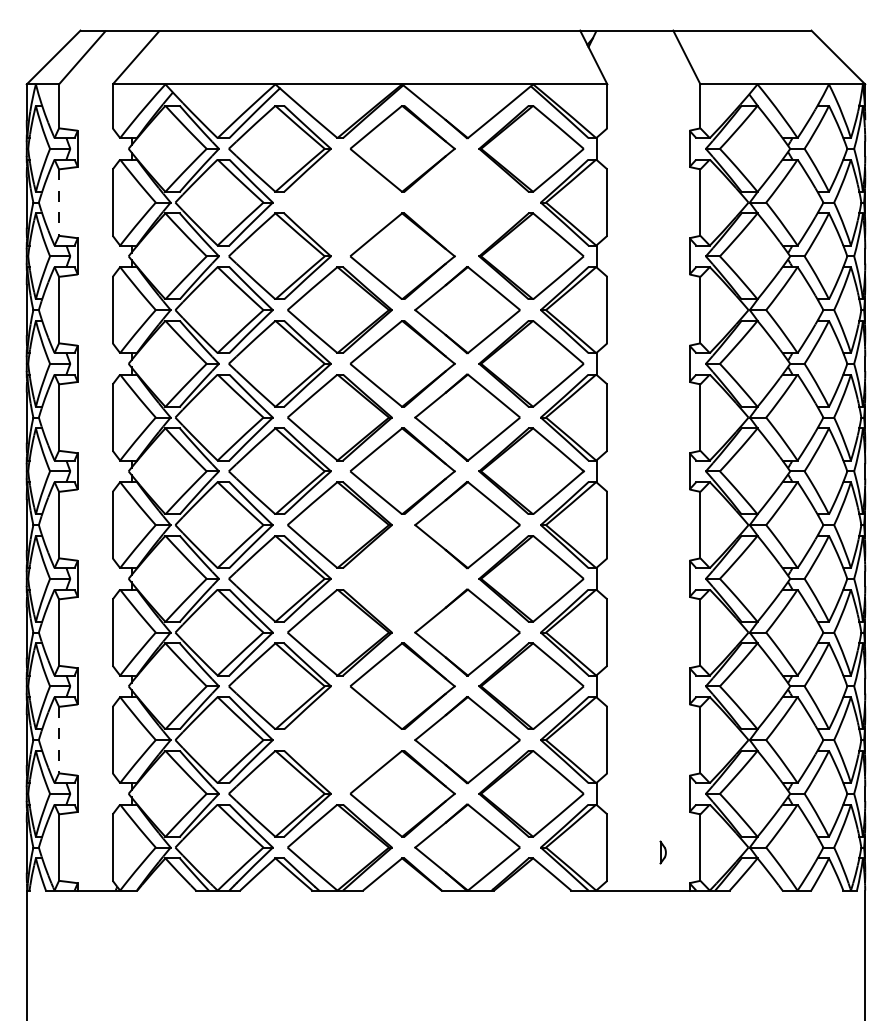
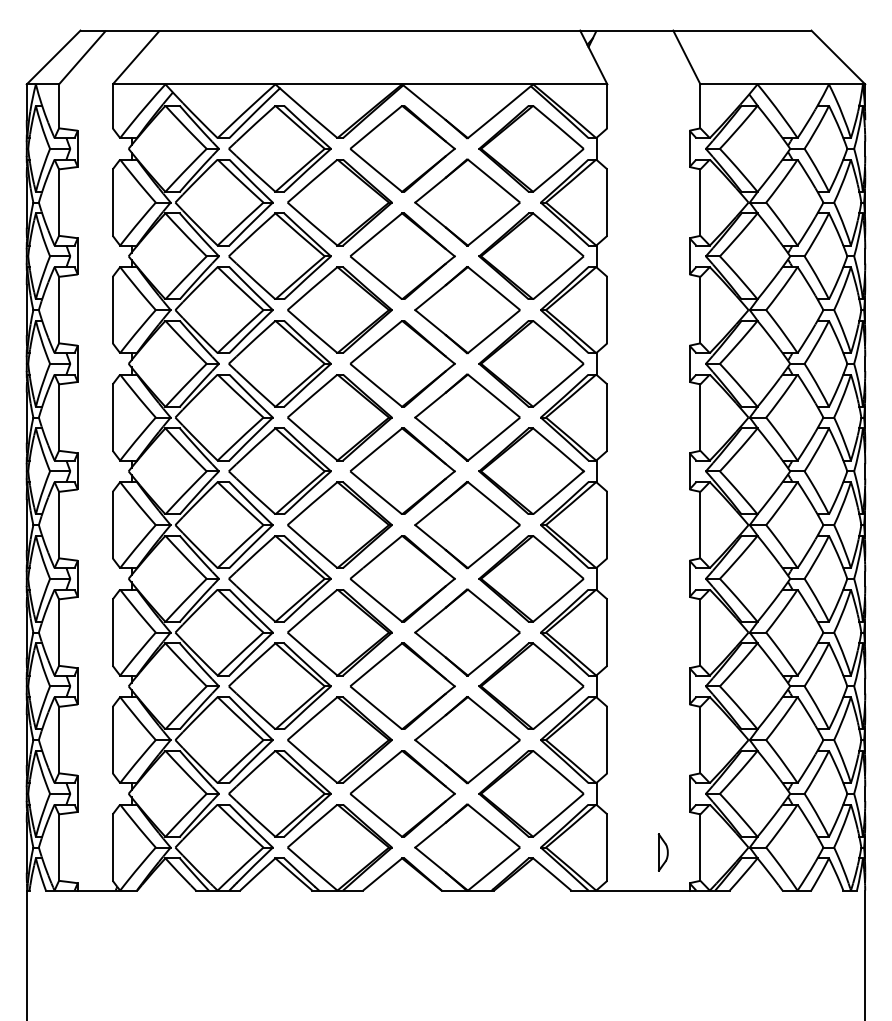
part at (339, 202): none -> present
part at (467, 202): none -> present
line at (59, 203): dashed -> solid
part at (402, 578): none -> present
part at (339, 739): none -> present
line at (59, 740): dashed -> solid
part at (662, 852) size: 8x25 px -> 12x39 px
